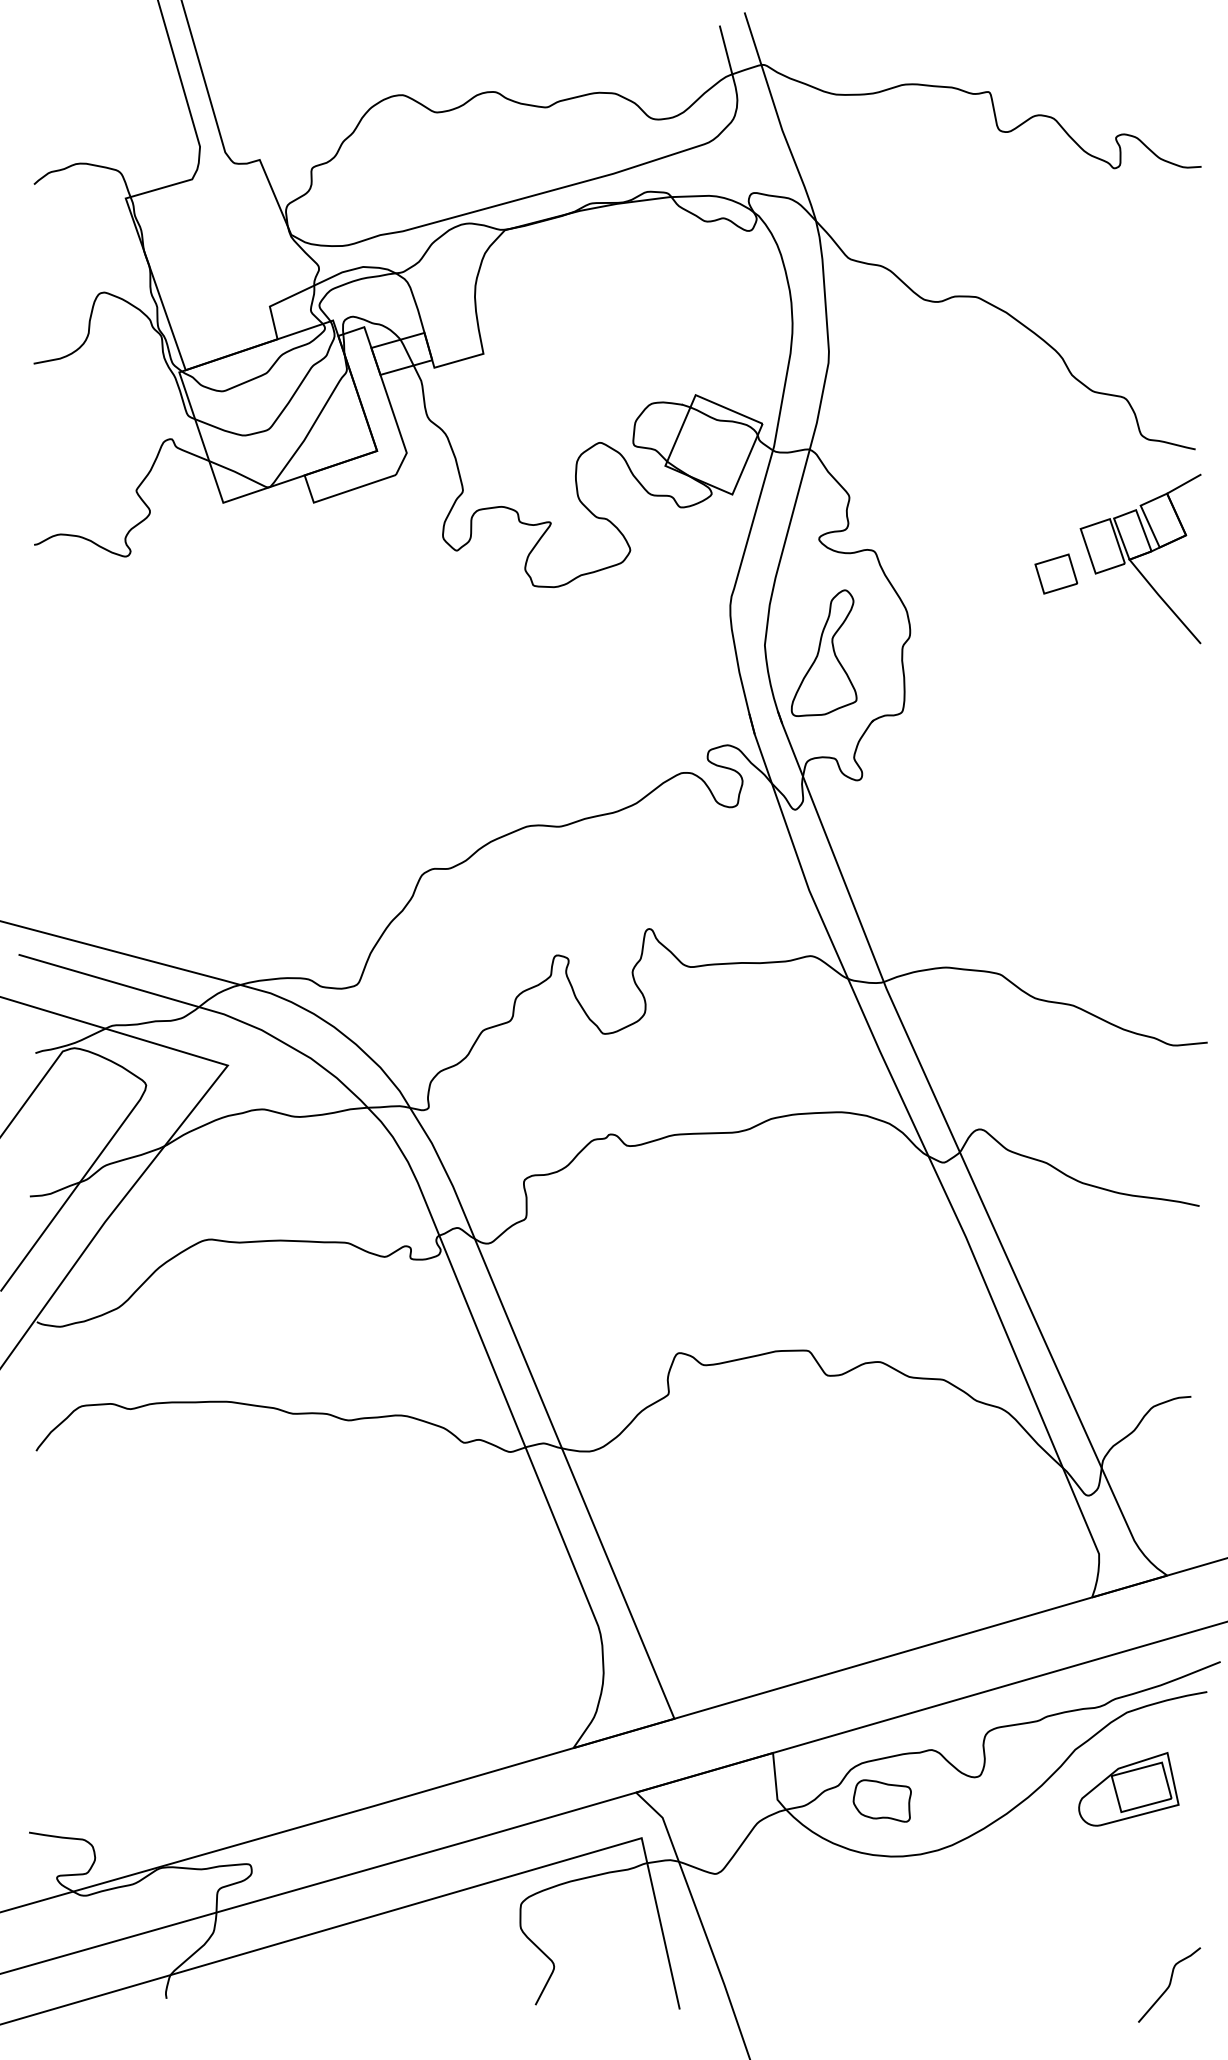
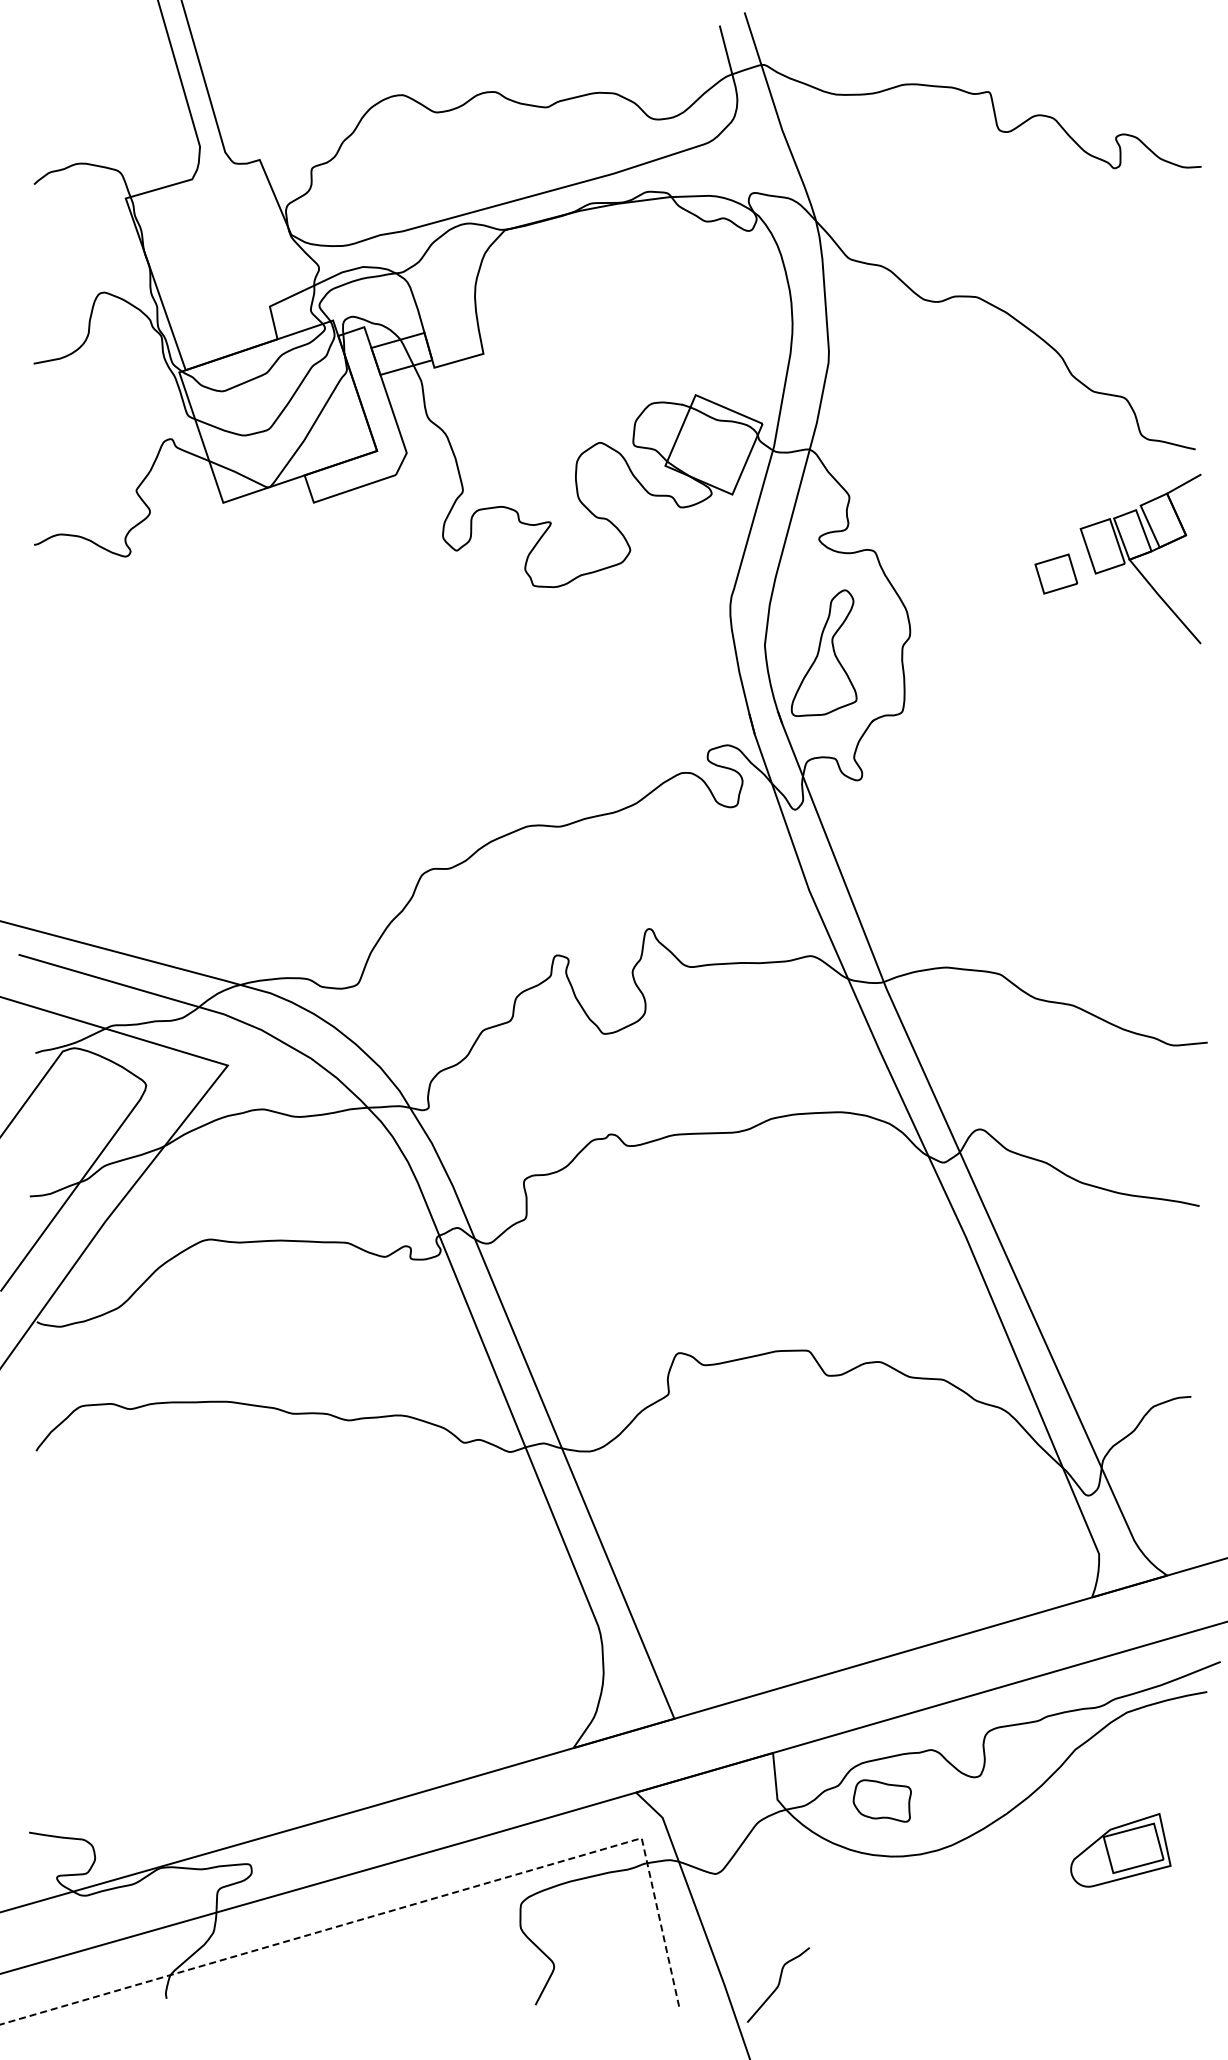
part at (1128, 1789) position: (1128, 1789) -> (1120, 1850)
line at (406, 1906): solid -> dashed
curve at (1169, 1984) position: (1169, 1984) -> (778, 1984)
